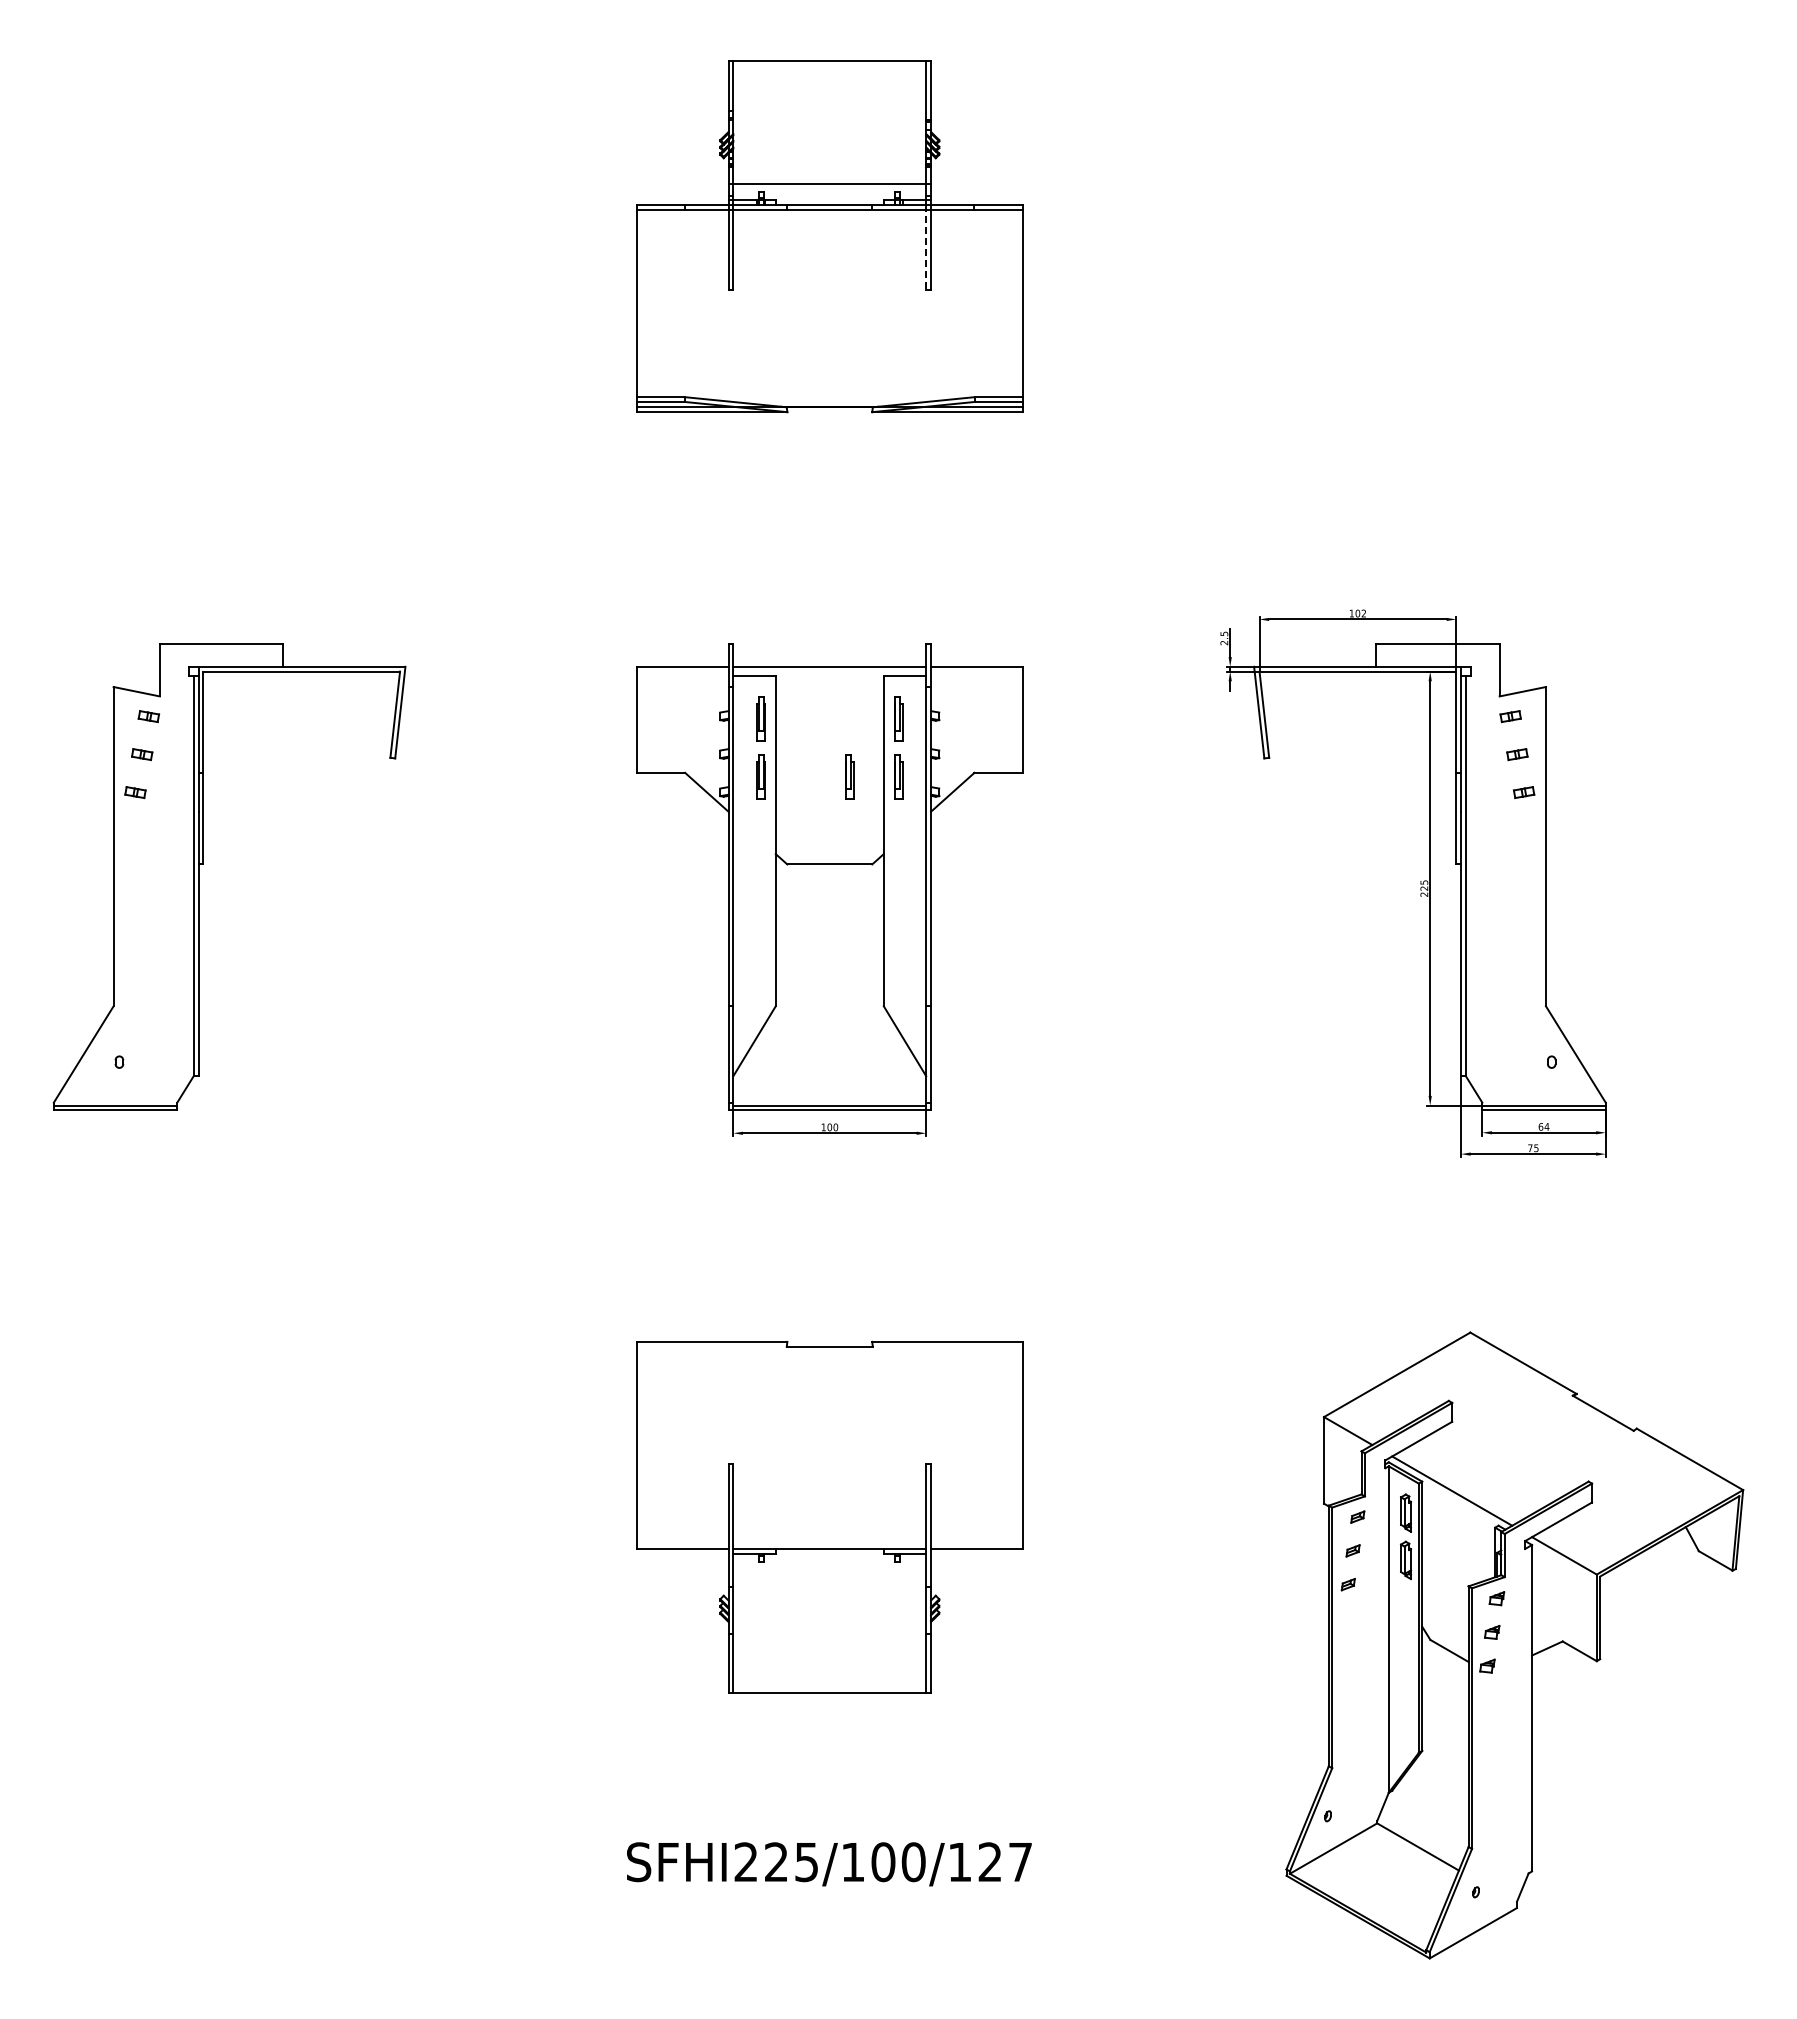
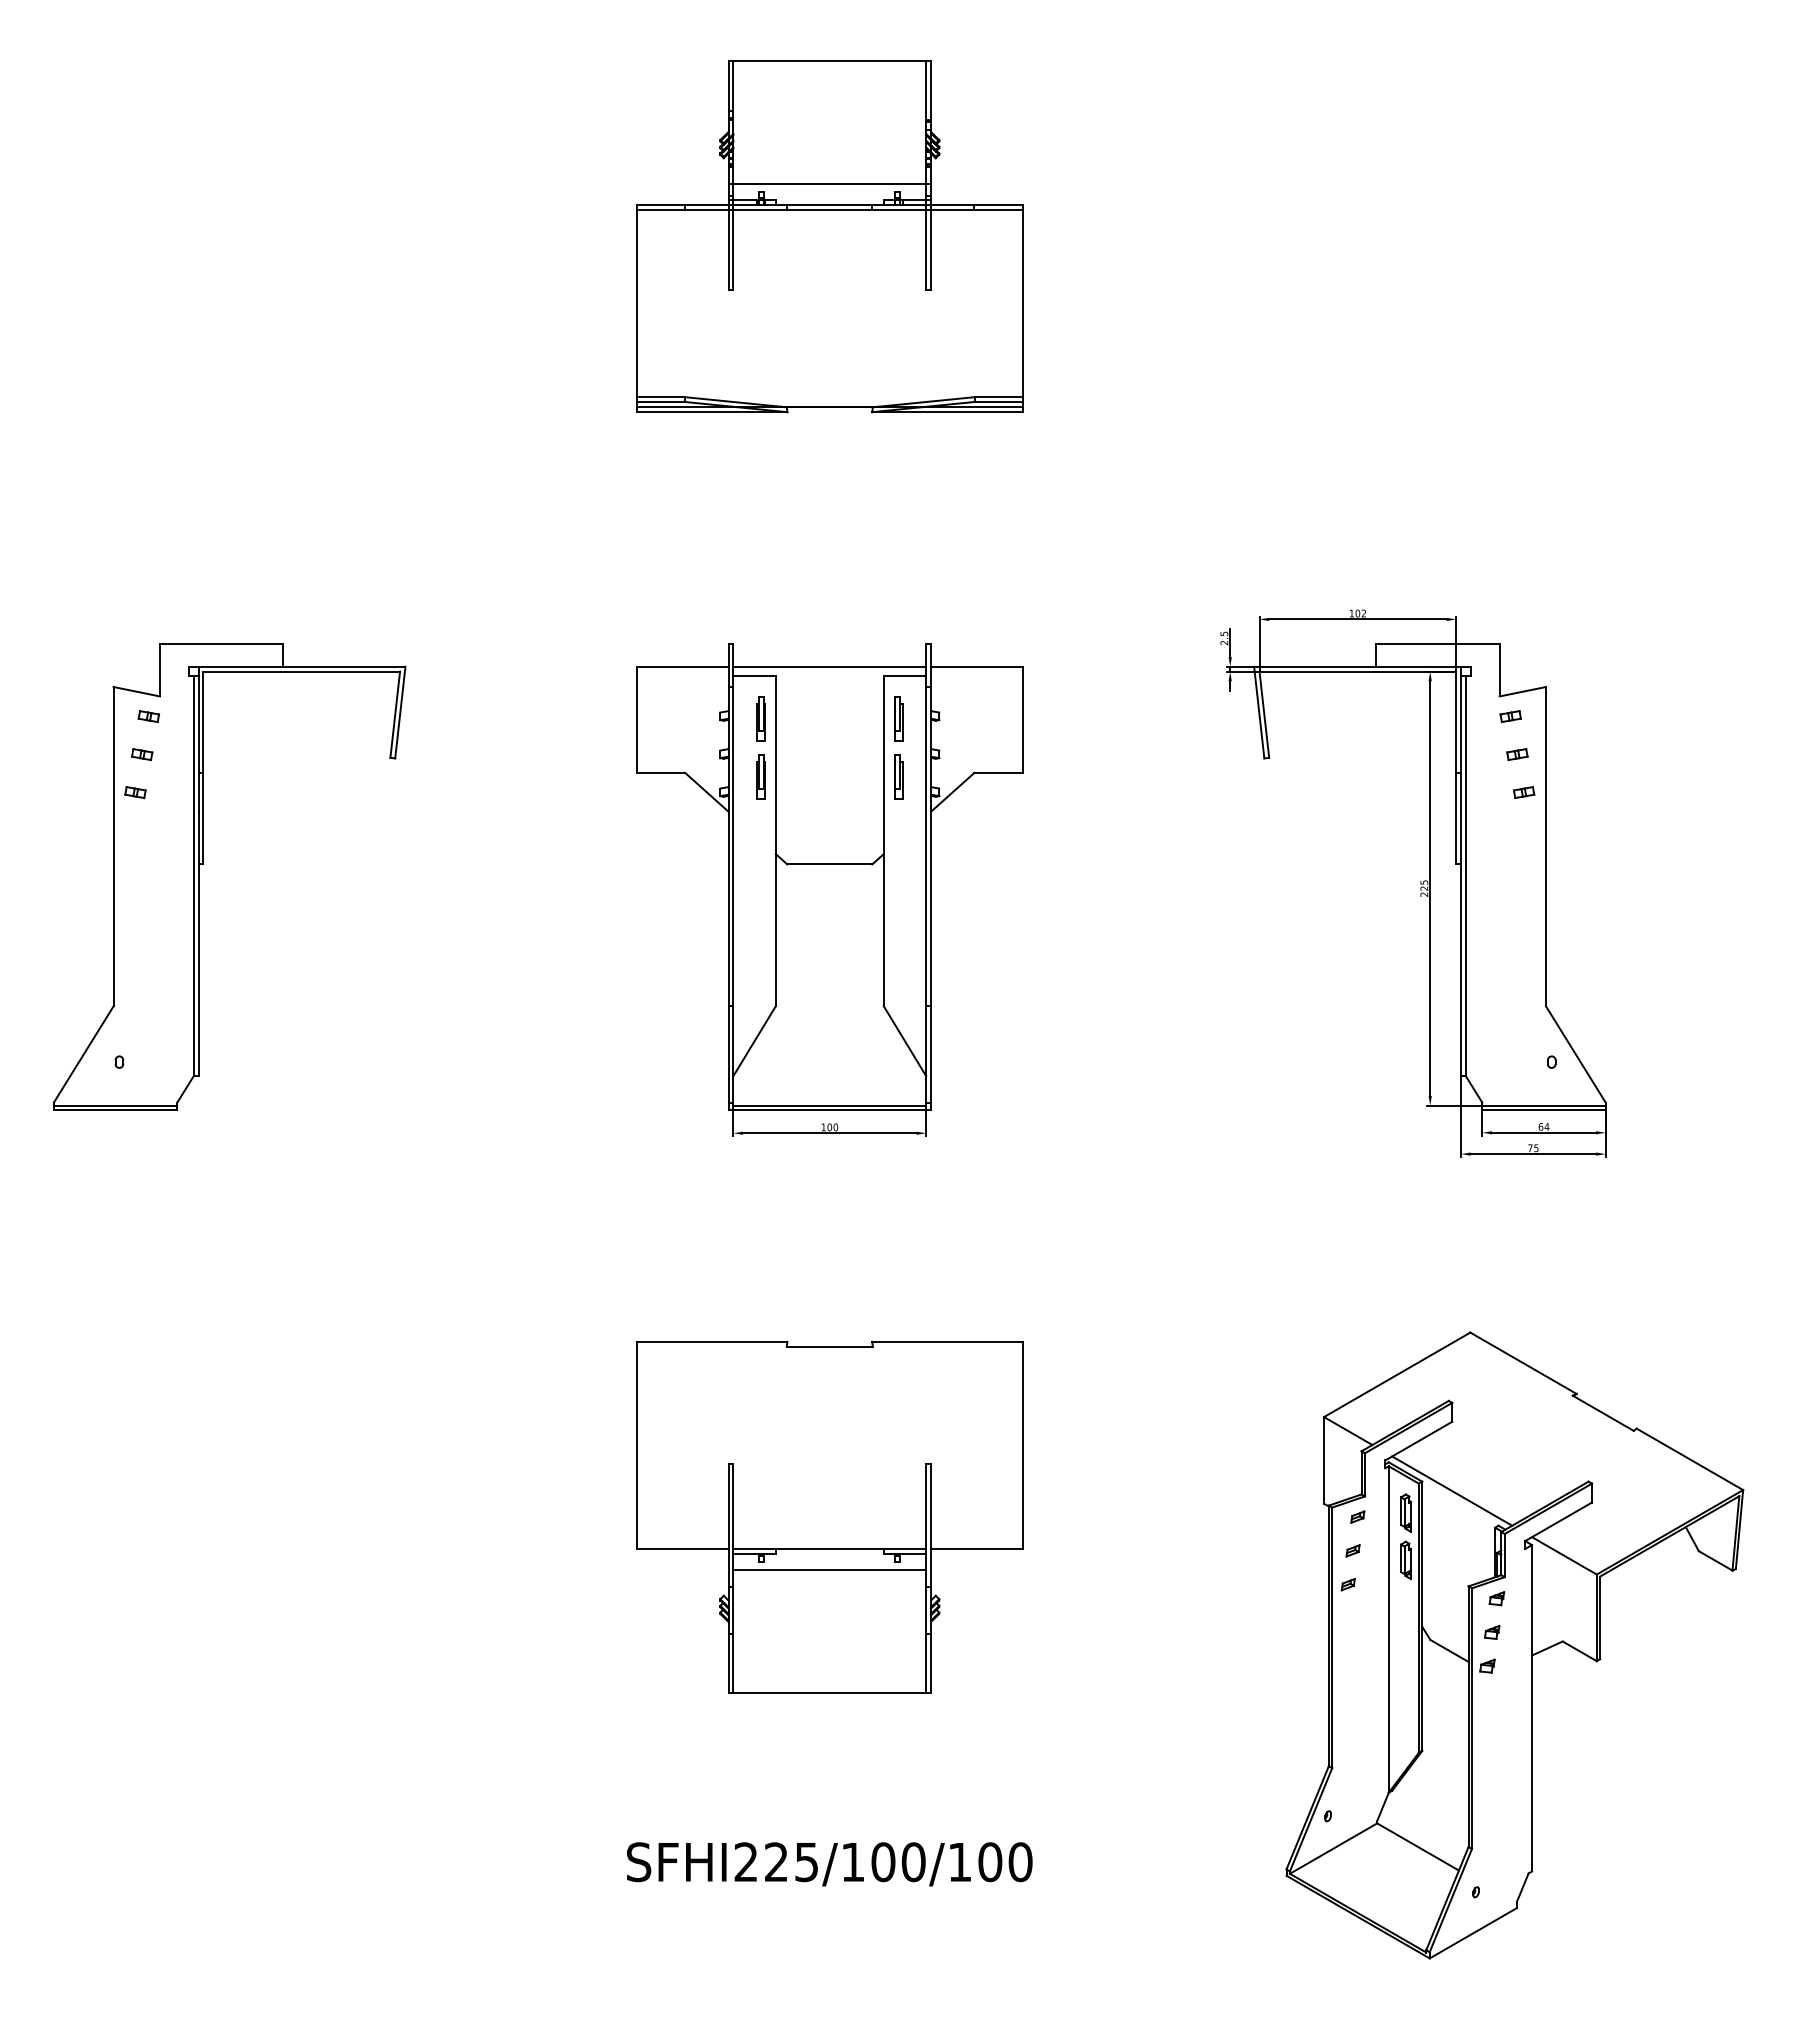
line at (926, 248): dashed -> solid
part at (849, 776): present -> none
line at (829, 1570): none -> present
text at (1005, 1862): SFHI225/100/127 -> SFHI225/100/100
